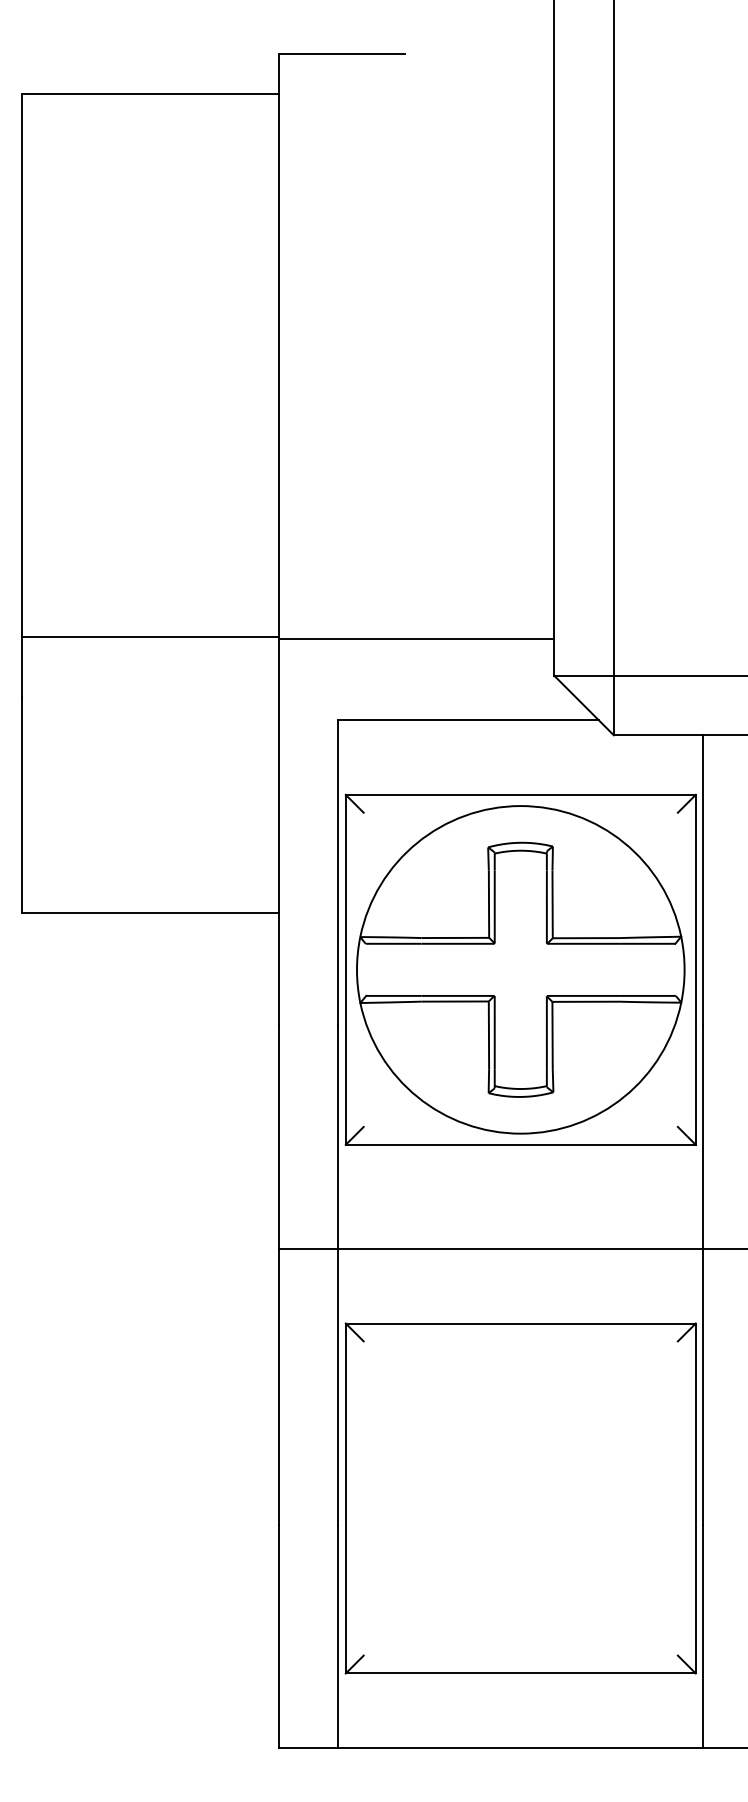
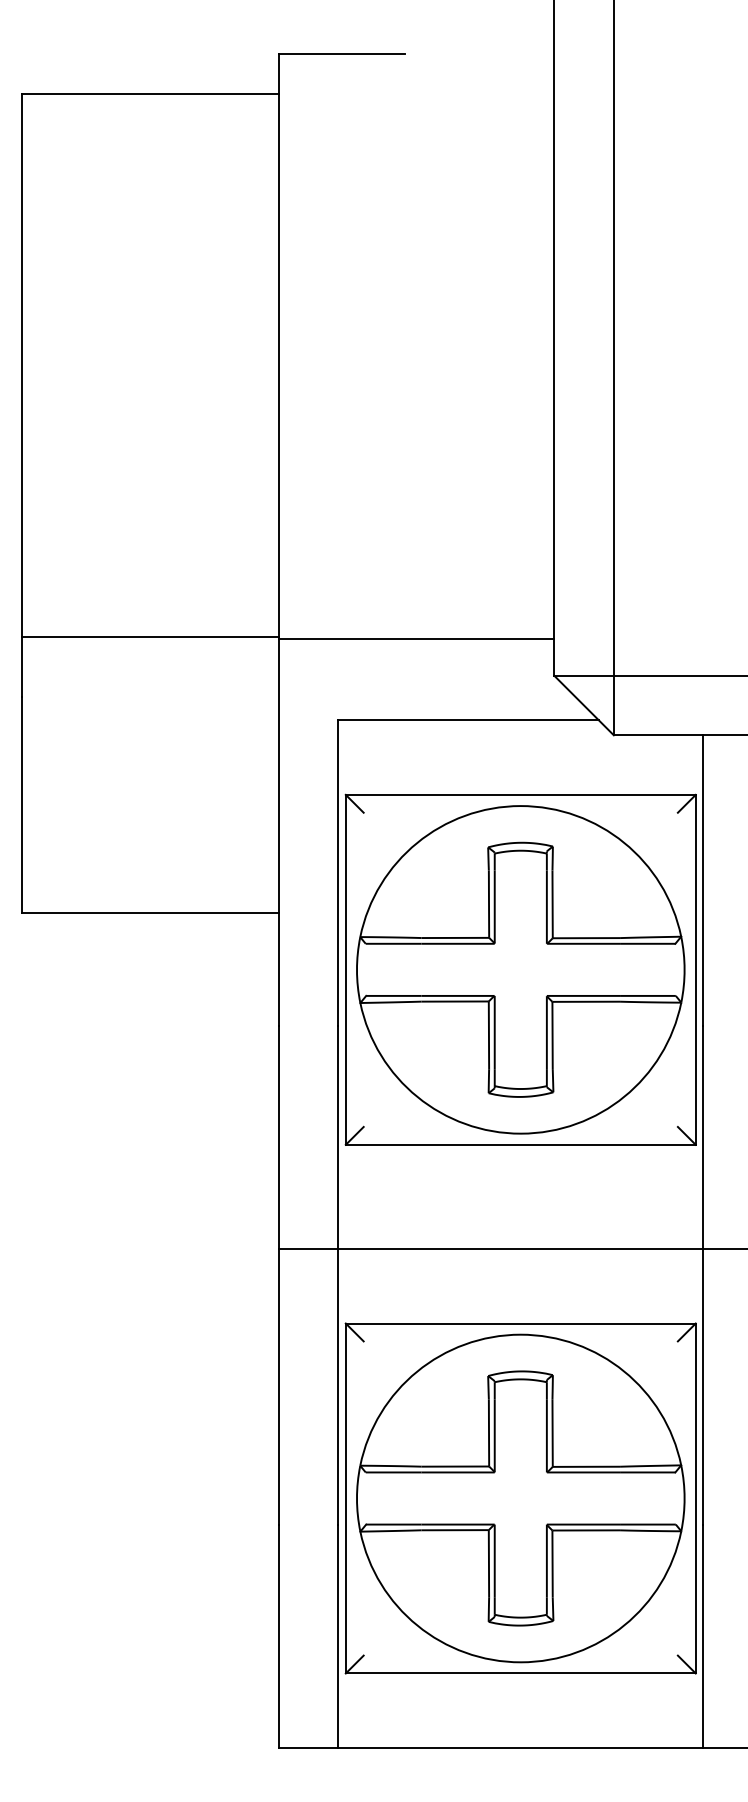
part at (520, 1498): none -> present
